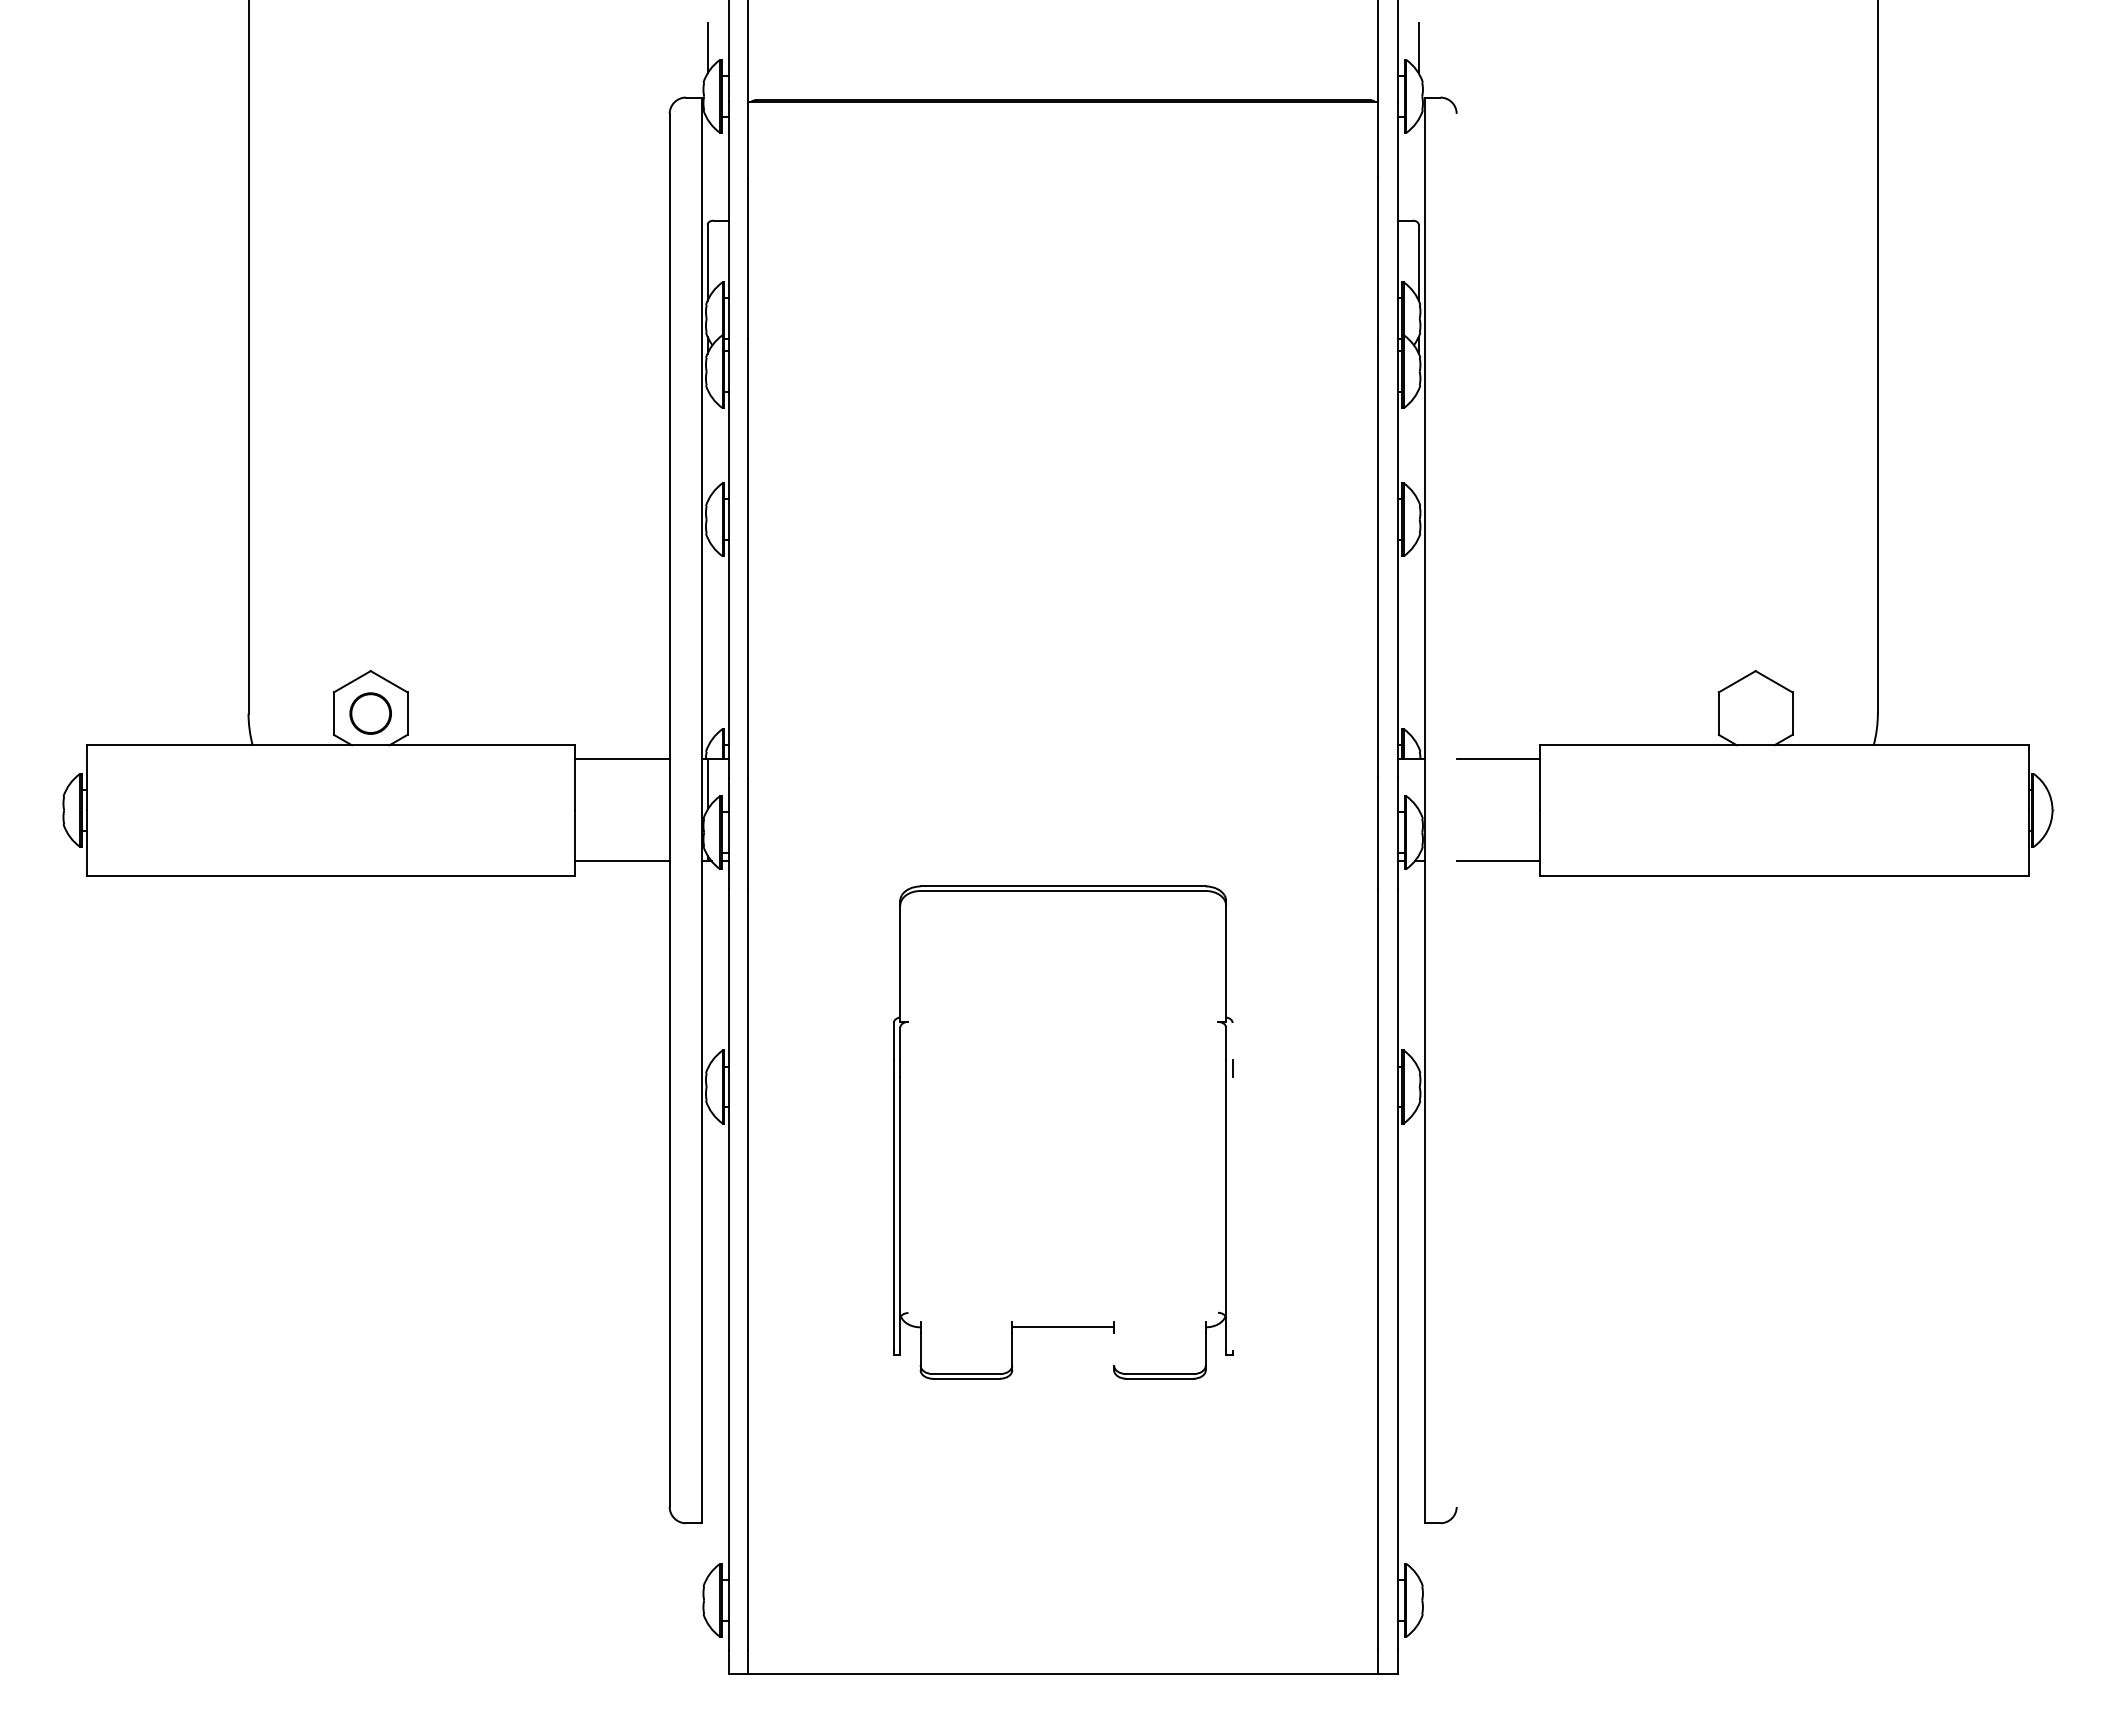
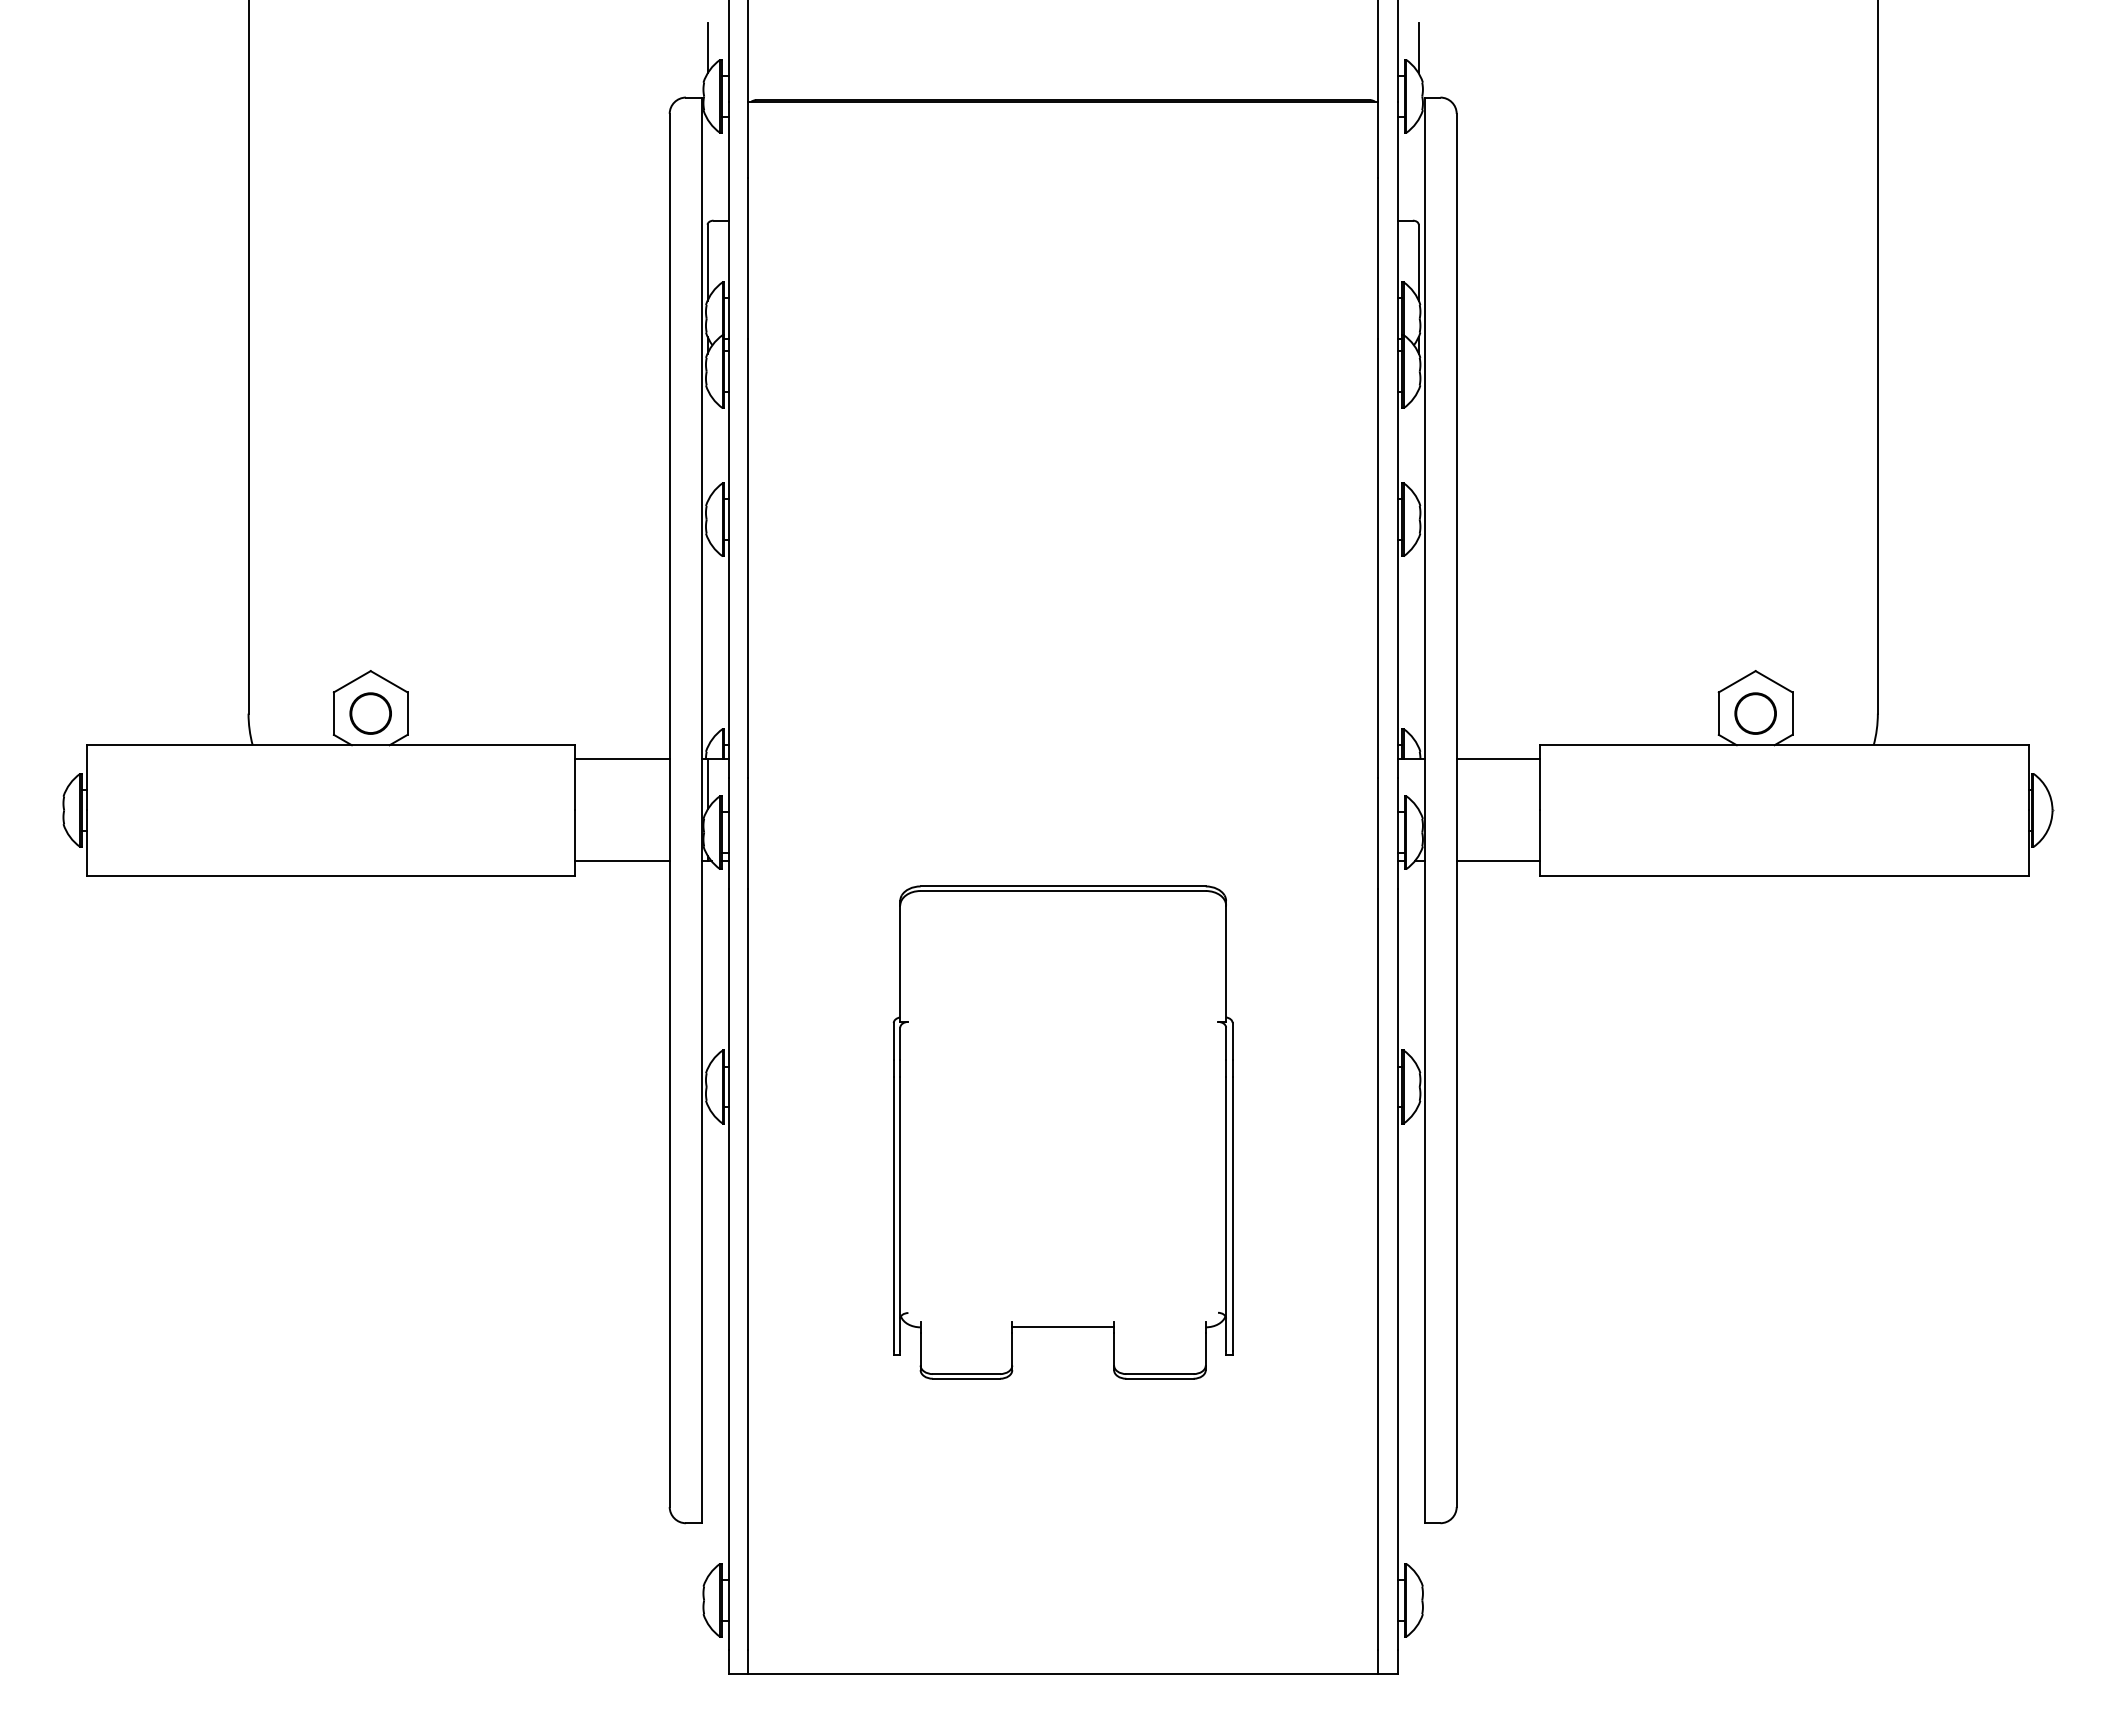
circle at (1755, 713): none -> present
line at (1456, 809): none -> present
line at (1232, 1041): none -> present
line at (1232, 1213): none -> present
line at (1114, 1349): none -> present
